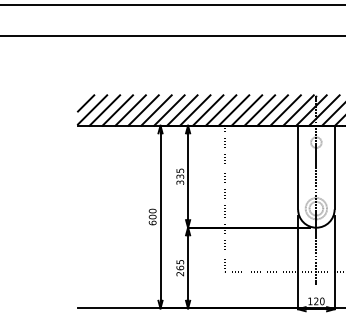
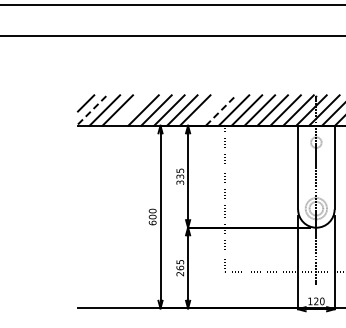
line at (92, 109): solid -> dashed
line at (130, 110): present -> none
line at (207, 110): present -> none
line at (221, 110): solid -> dashed
